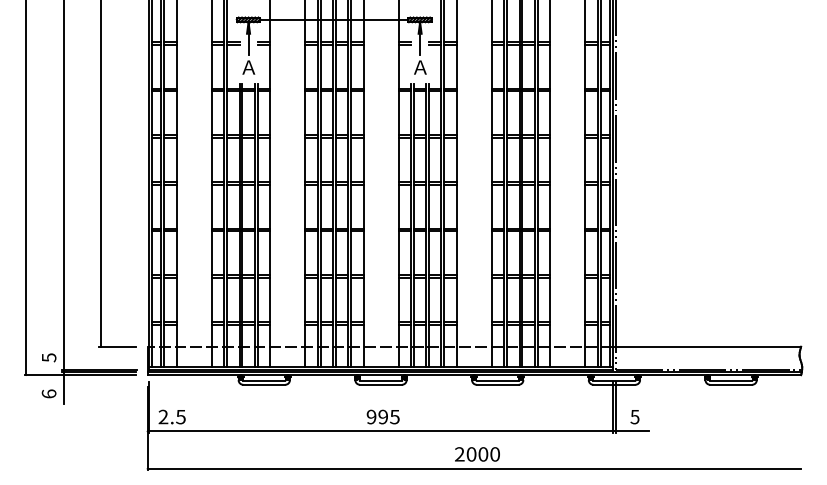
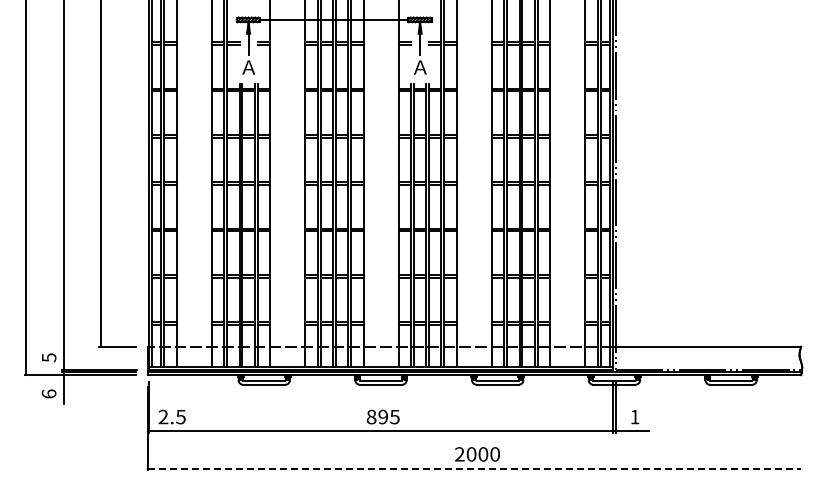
text at (371, 416): 995 -> 895
text at (634, 417): 5 -> 1
line at (474, 468): solid -> dashed
